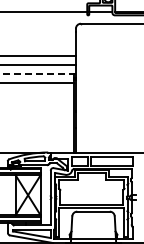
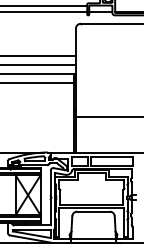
line at (44, 5): none -> present
line at (37, 73): dashed -> solid
line at (107, 117): none -> present
